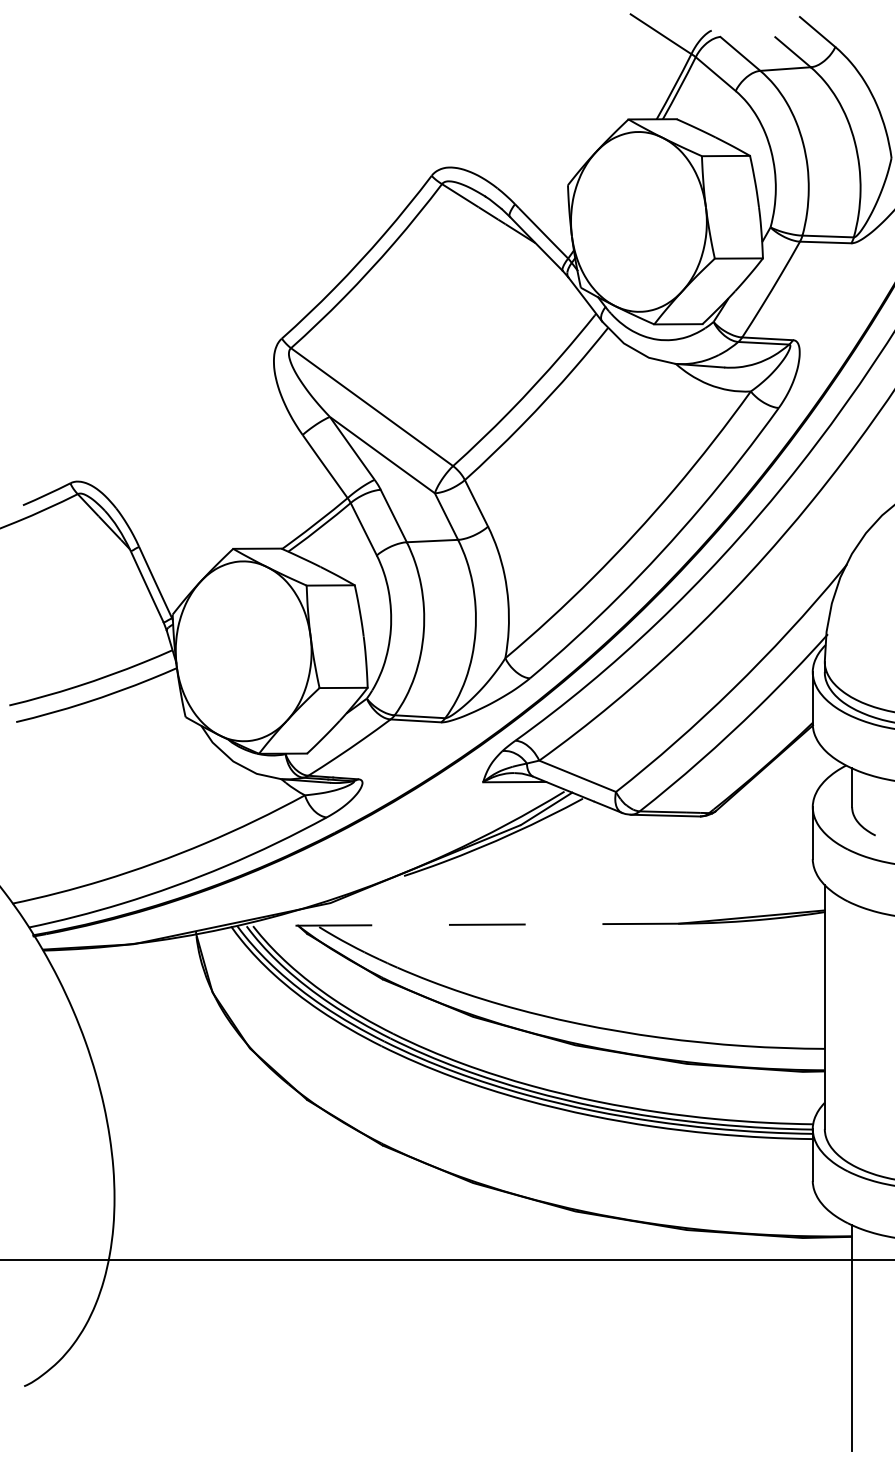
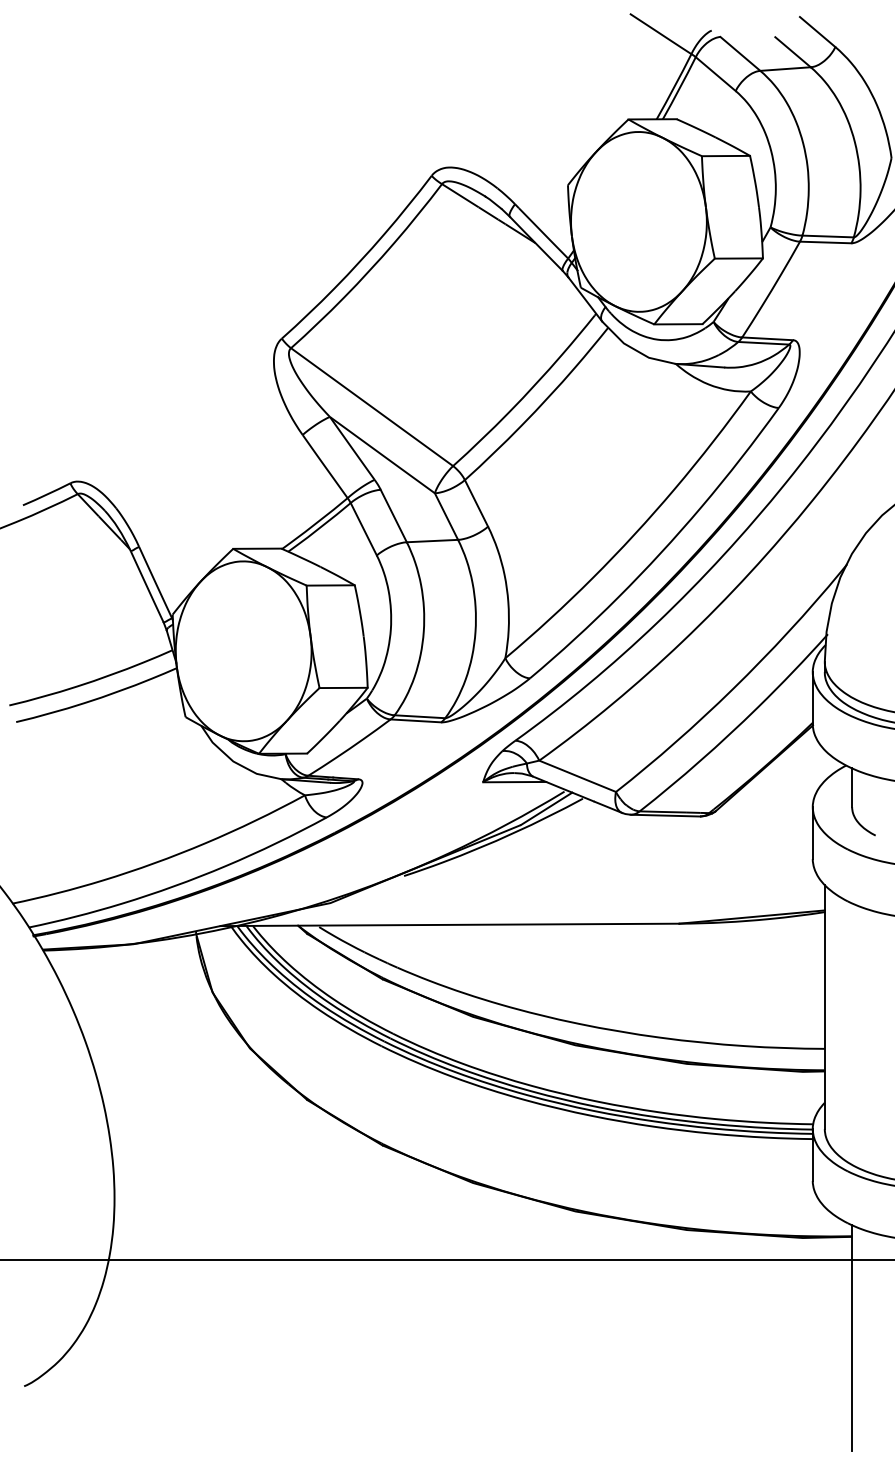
line at (449, 924): dashed -> solid
